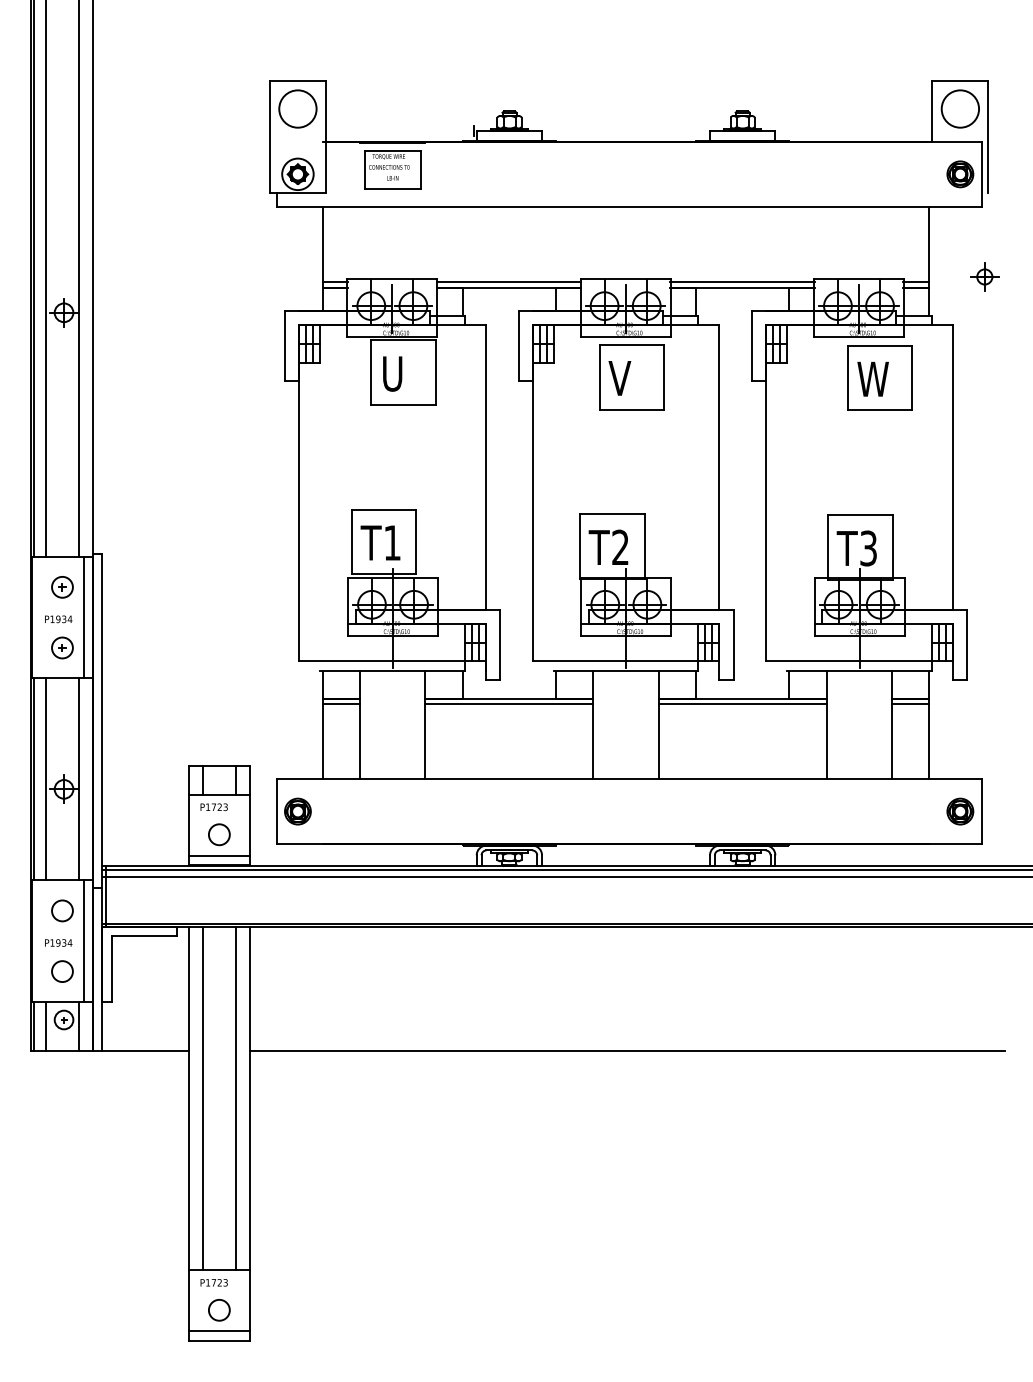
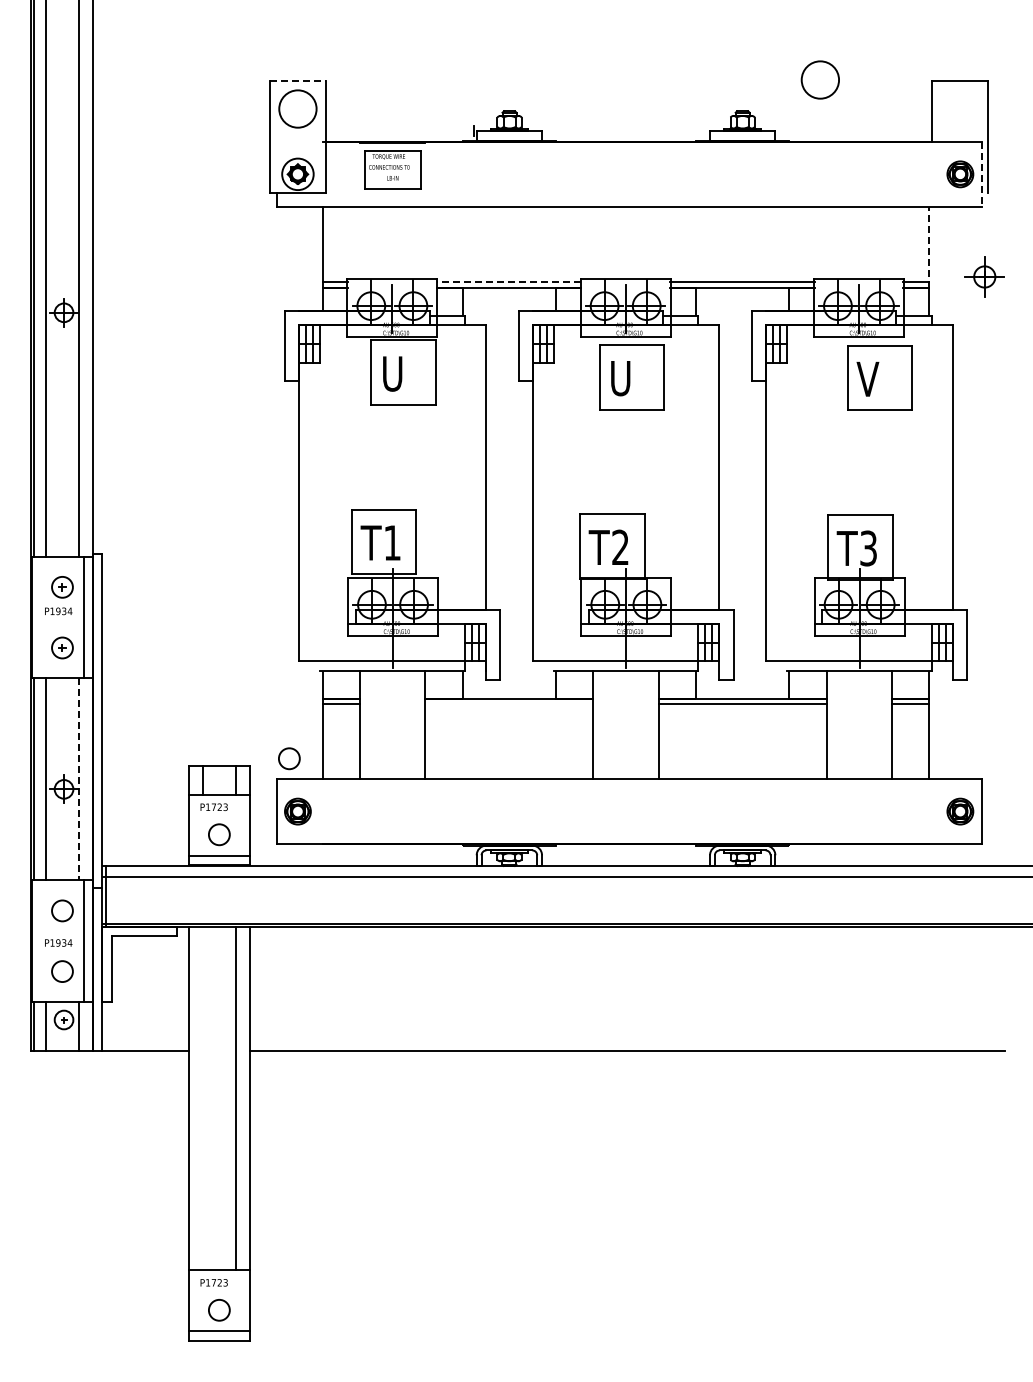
line at (297, 81): solid -> dashed
circle at (959, 108) position: (959, 108) -> (819, 79)
line at (981, 174): solid -> dashed
line at (929, 247): solid -> dashed
part at (984, 276) size: 30x30 px -> 41x42 px
line at (508, 281): solid -> dashed
text at (619, 378): V -> U
text at (872, 378): W -> V
text at (58, 619) position: (58, 619) -> (58, 611)
line at (509, 704): present -> none
circle at (289, 758): none -> present
line at (78, 779): solid -> dashed
line at (566, 869): present -> none
line at (203, 1098): present -> none
